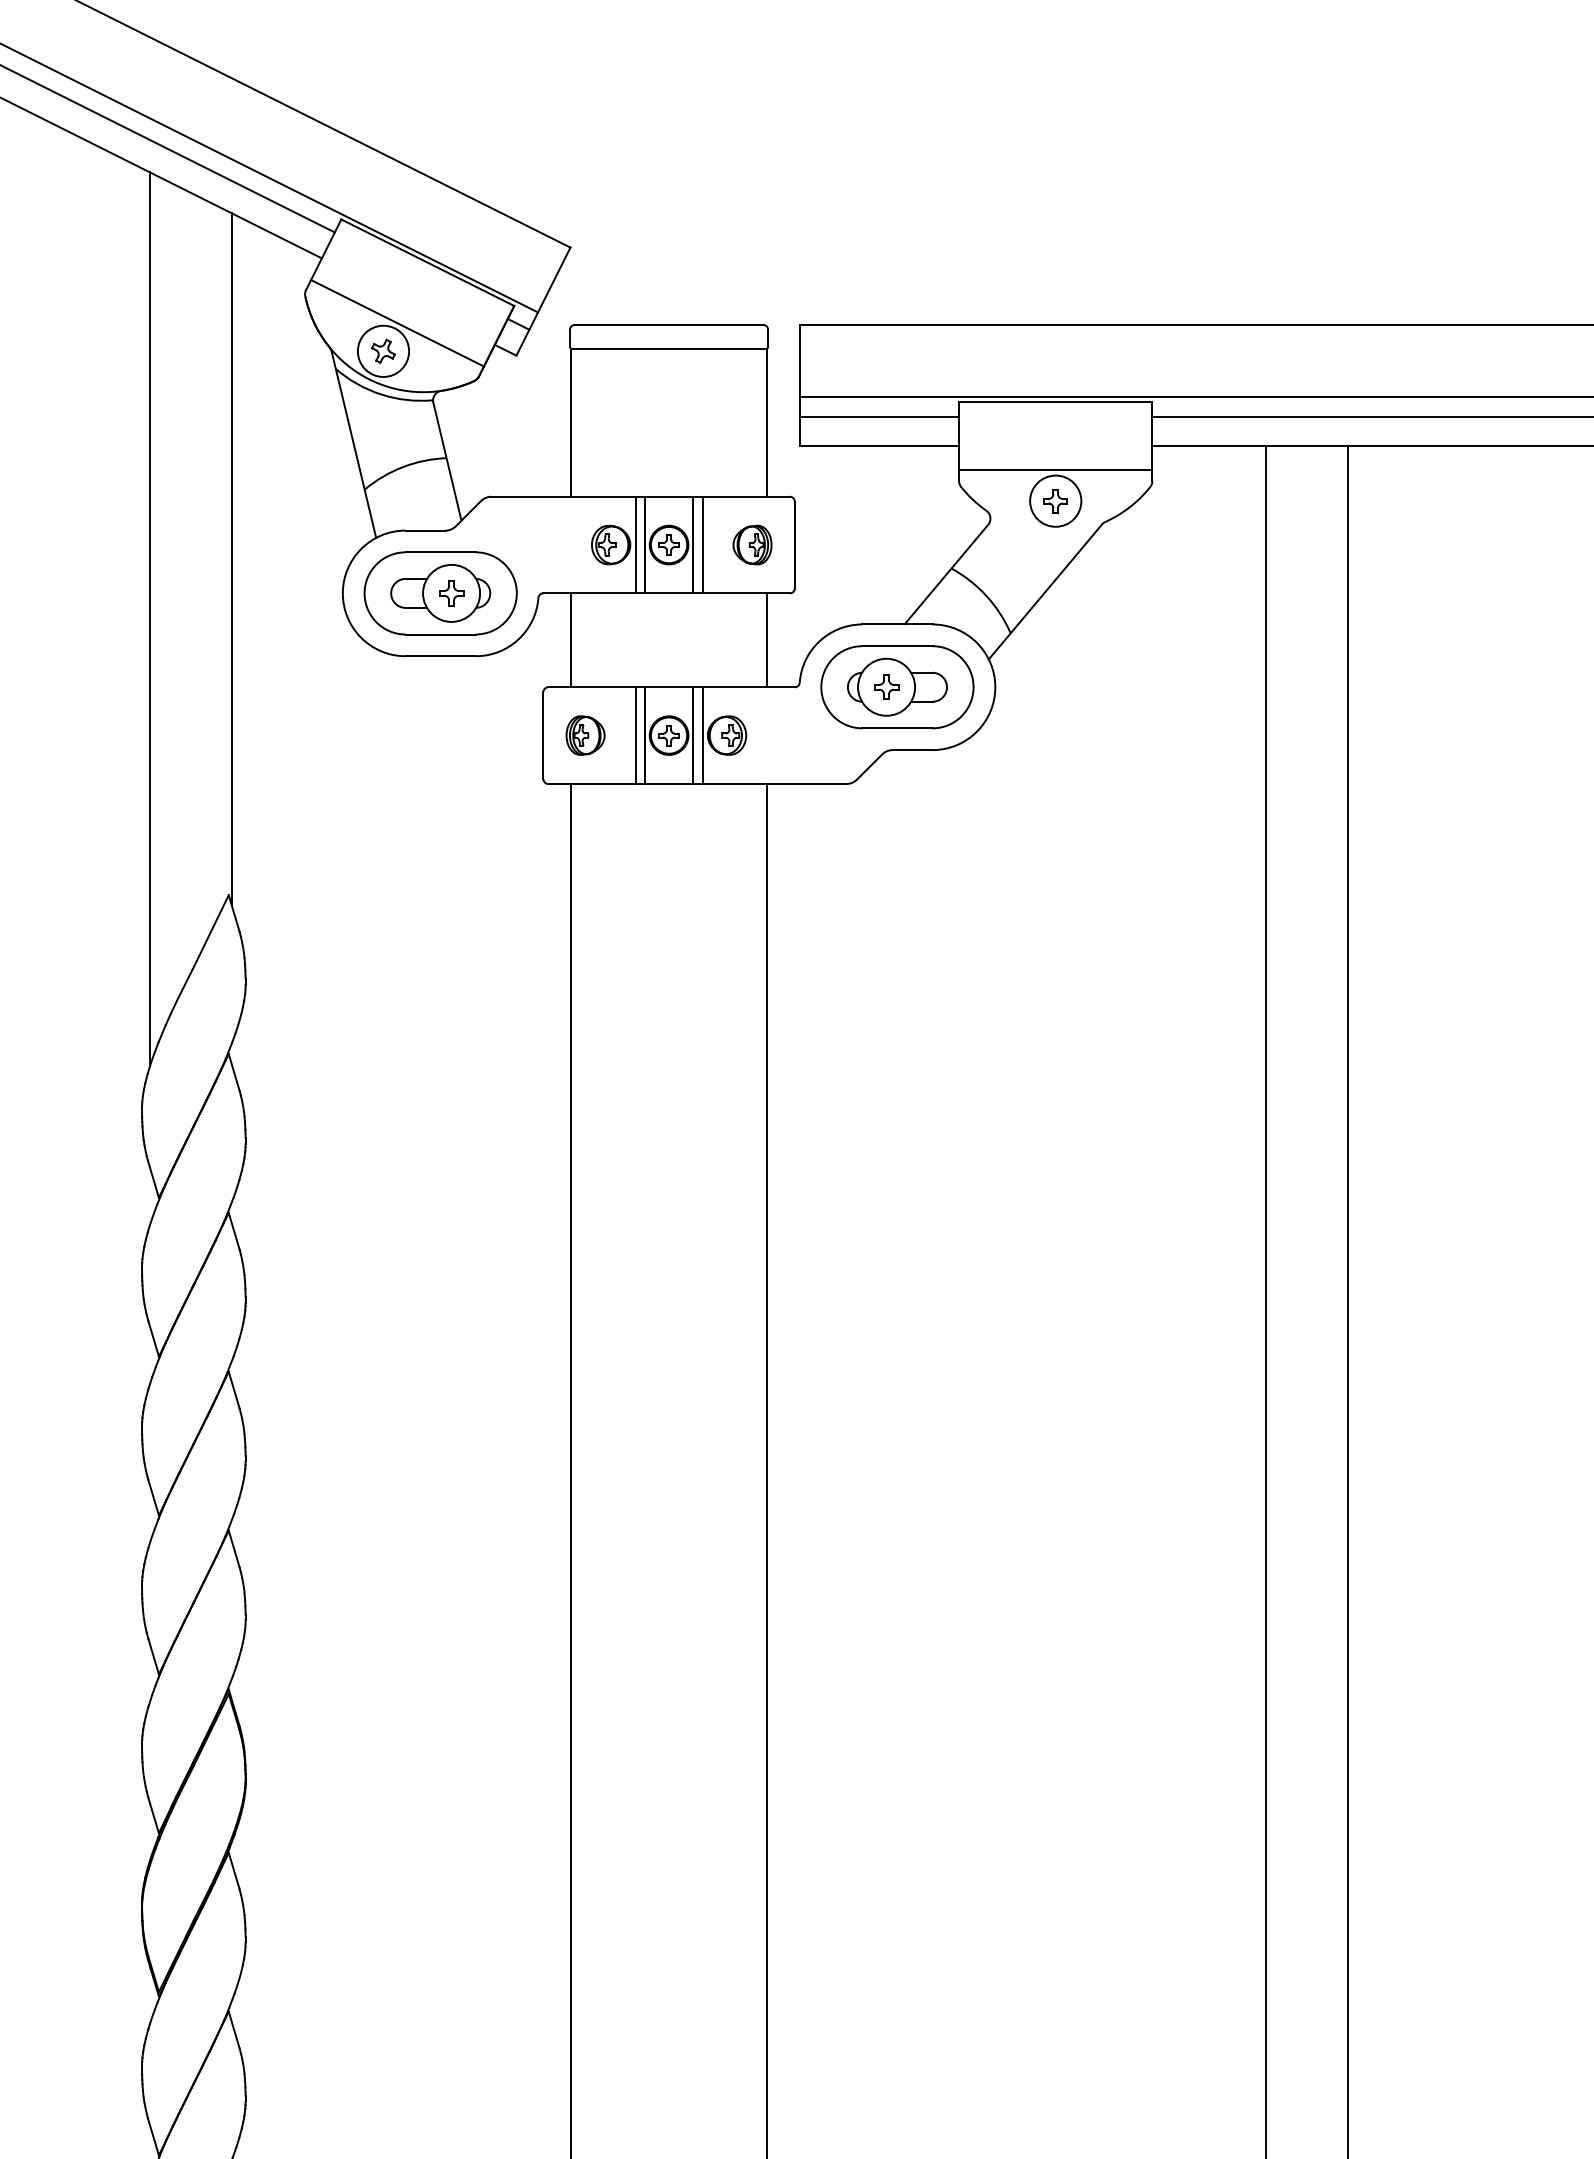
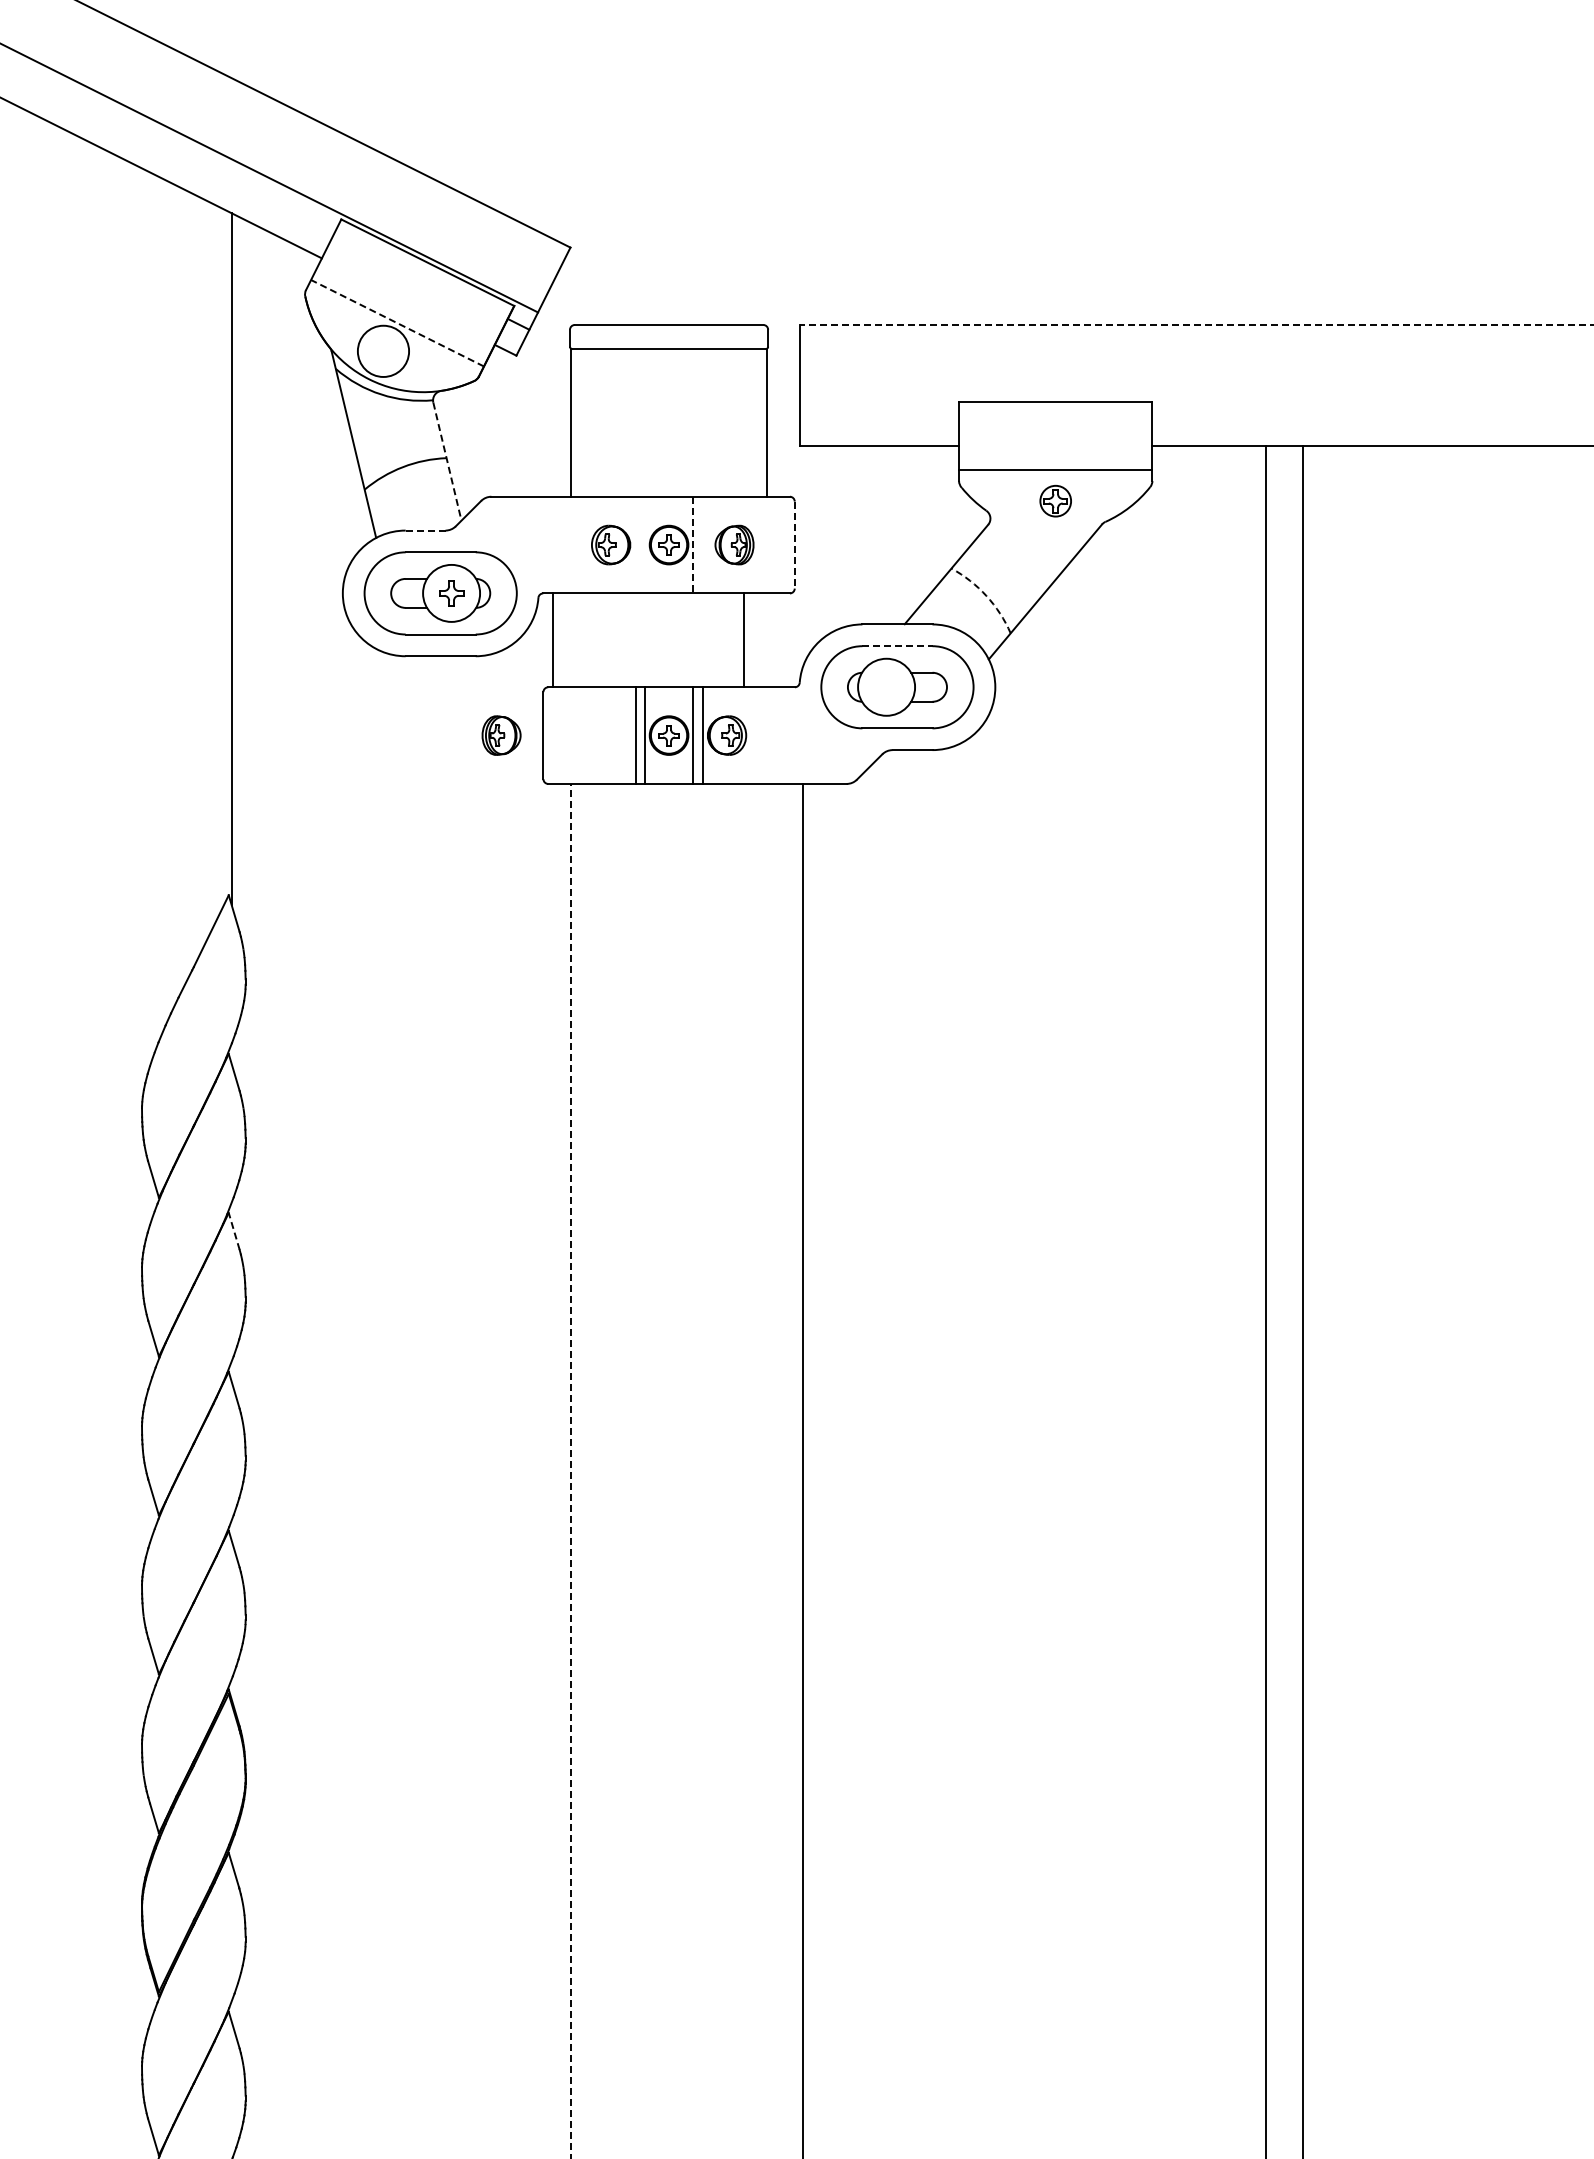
line at (168, 149): present -> none
line at (397, 323): solid -> dashed
line at (1196, 324): solid -> dashed
part at (383, 350): present -> none
line at (1194, 397): present -> none
line at (879, 416): present -> none
line at (1371, 416): present -> none
line at (447, 461): solid -> dashed
circle at (1055, 500) diameter: 51 px -> 31 px
line at (425, 530): solid -> dashed
line at (635, 544): present -> none
line at (644, 544): present -> none
line at (702, 544): present -> none
part at (752, 544) position: (752, 544) -> (734, 544)
line at (693, 545): solid -> dashed
line at (794, 545): solid -> dashed
arc at (986, 596): solid -> dashed
line at (149, 618): present -> none
line at (571, 640) position: (571, 640) -> (553, 640)
line at (766, 640) position: (766, 640) -> (743, 640)
line at (897, 646): solid -> dashed
part at (886, 686): present -> none
part at (585, 735) position: (585, 735) -> (501, 735)
line at (234, 1230): solid -> dashed
line at (1348, 1300) position: (1348, 1300) -> (1303, 1300)
line at (766, 1469) position: (766, 1469) -> (802, 1469)
line at (571, 1470): solid -> dashed
